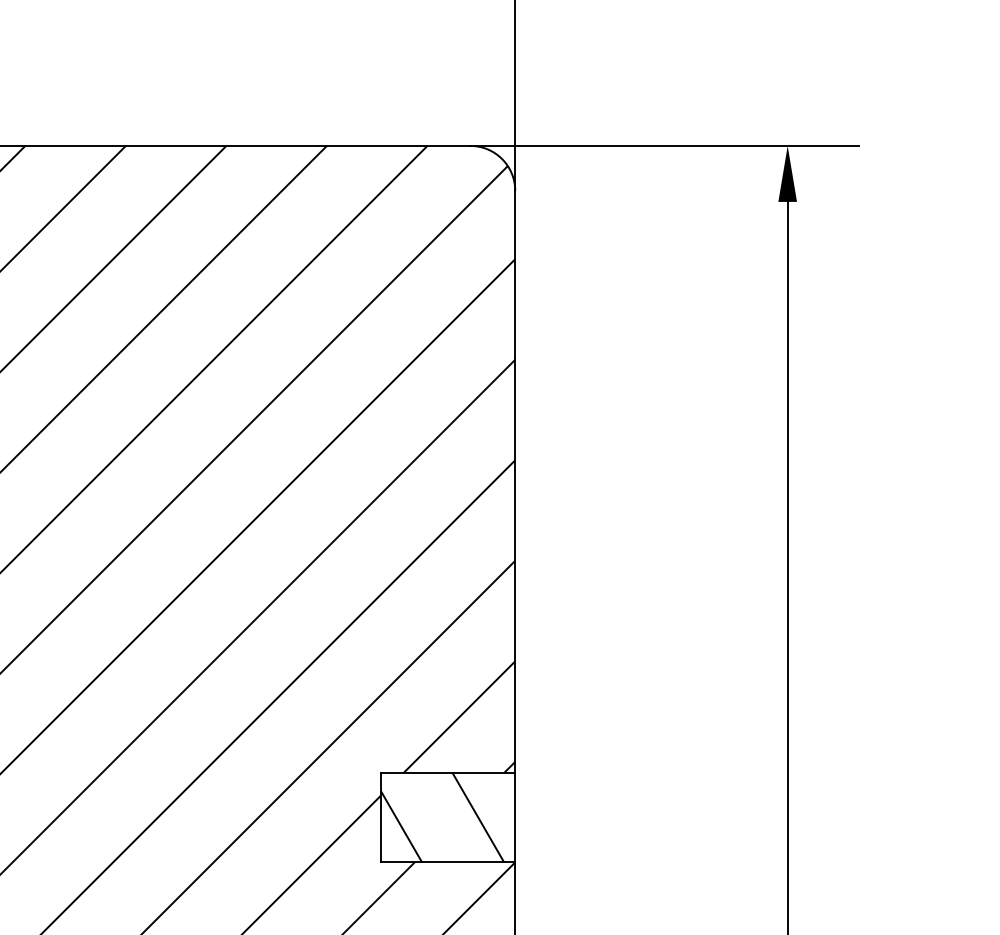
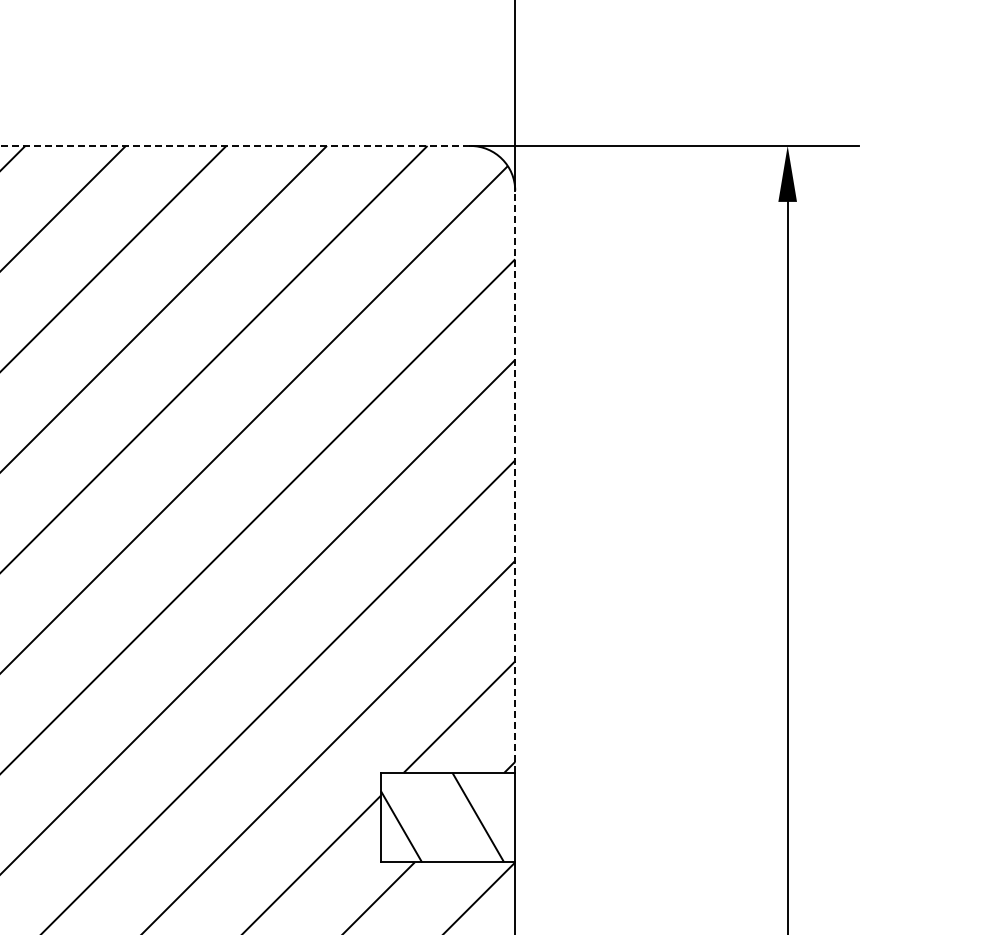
line at (235, 145): solid -> dashed
line at (515, 481): solid -> dashed
